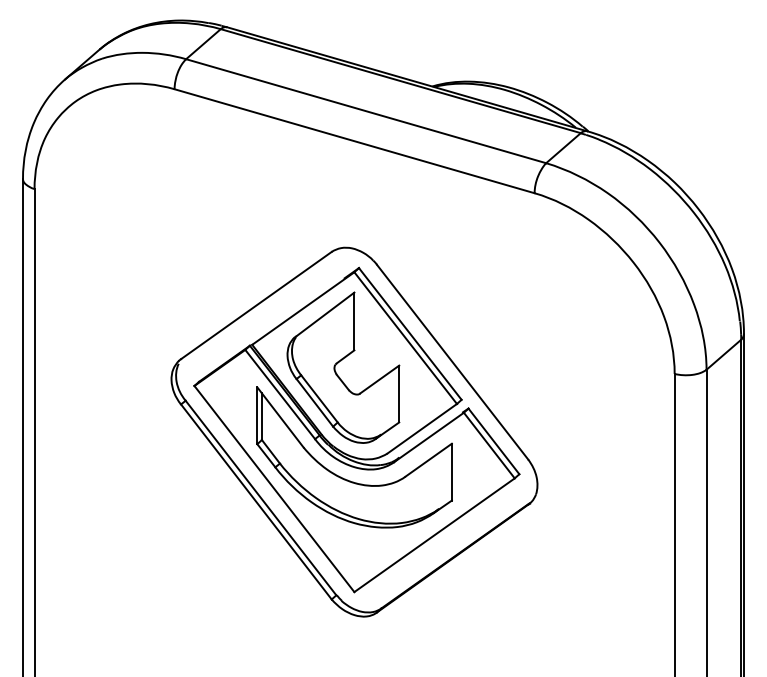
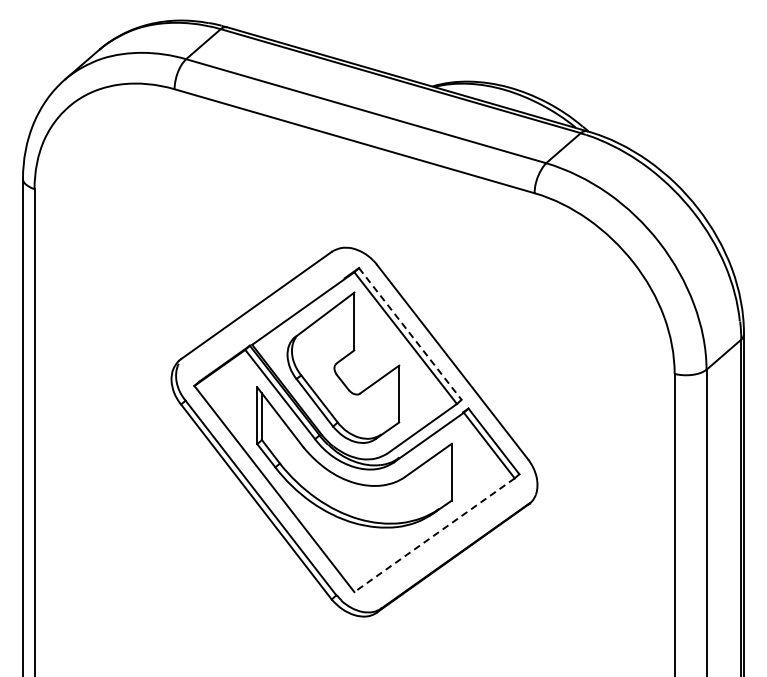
line at (410, 334): solid -> dashed
line at (434, 535): solid -> dashed
